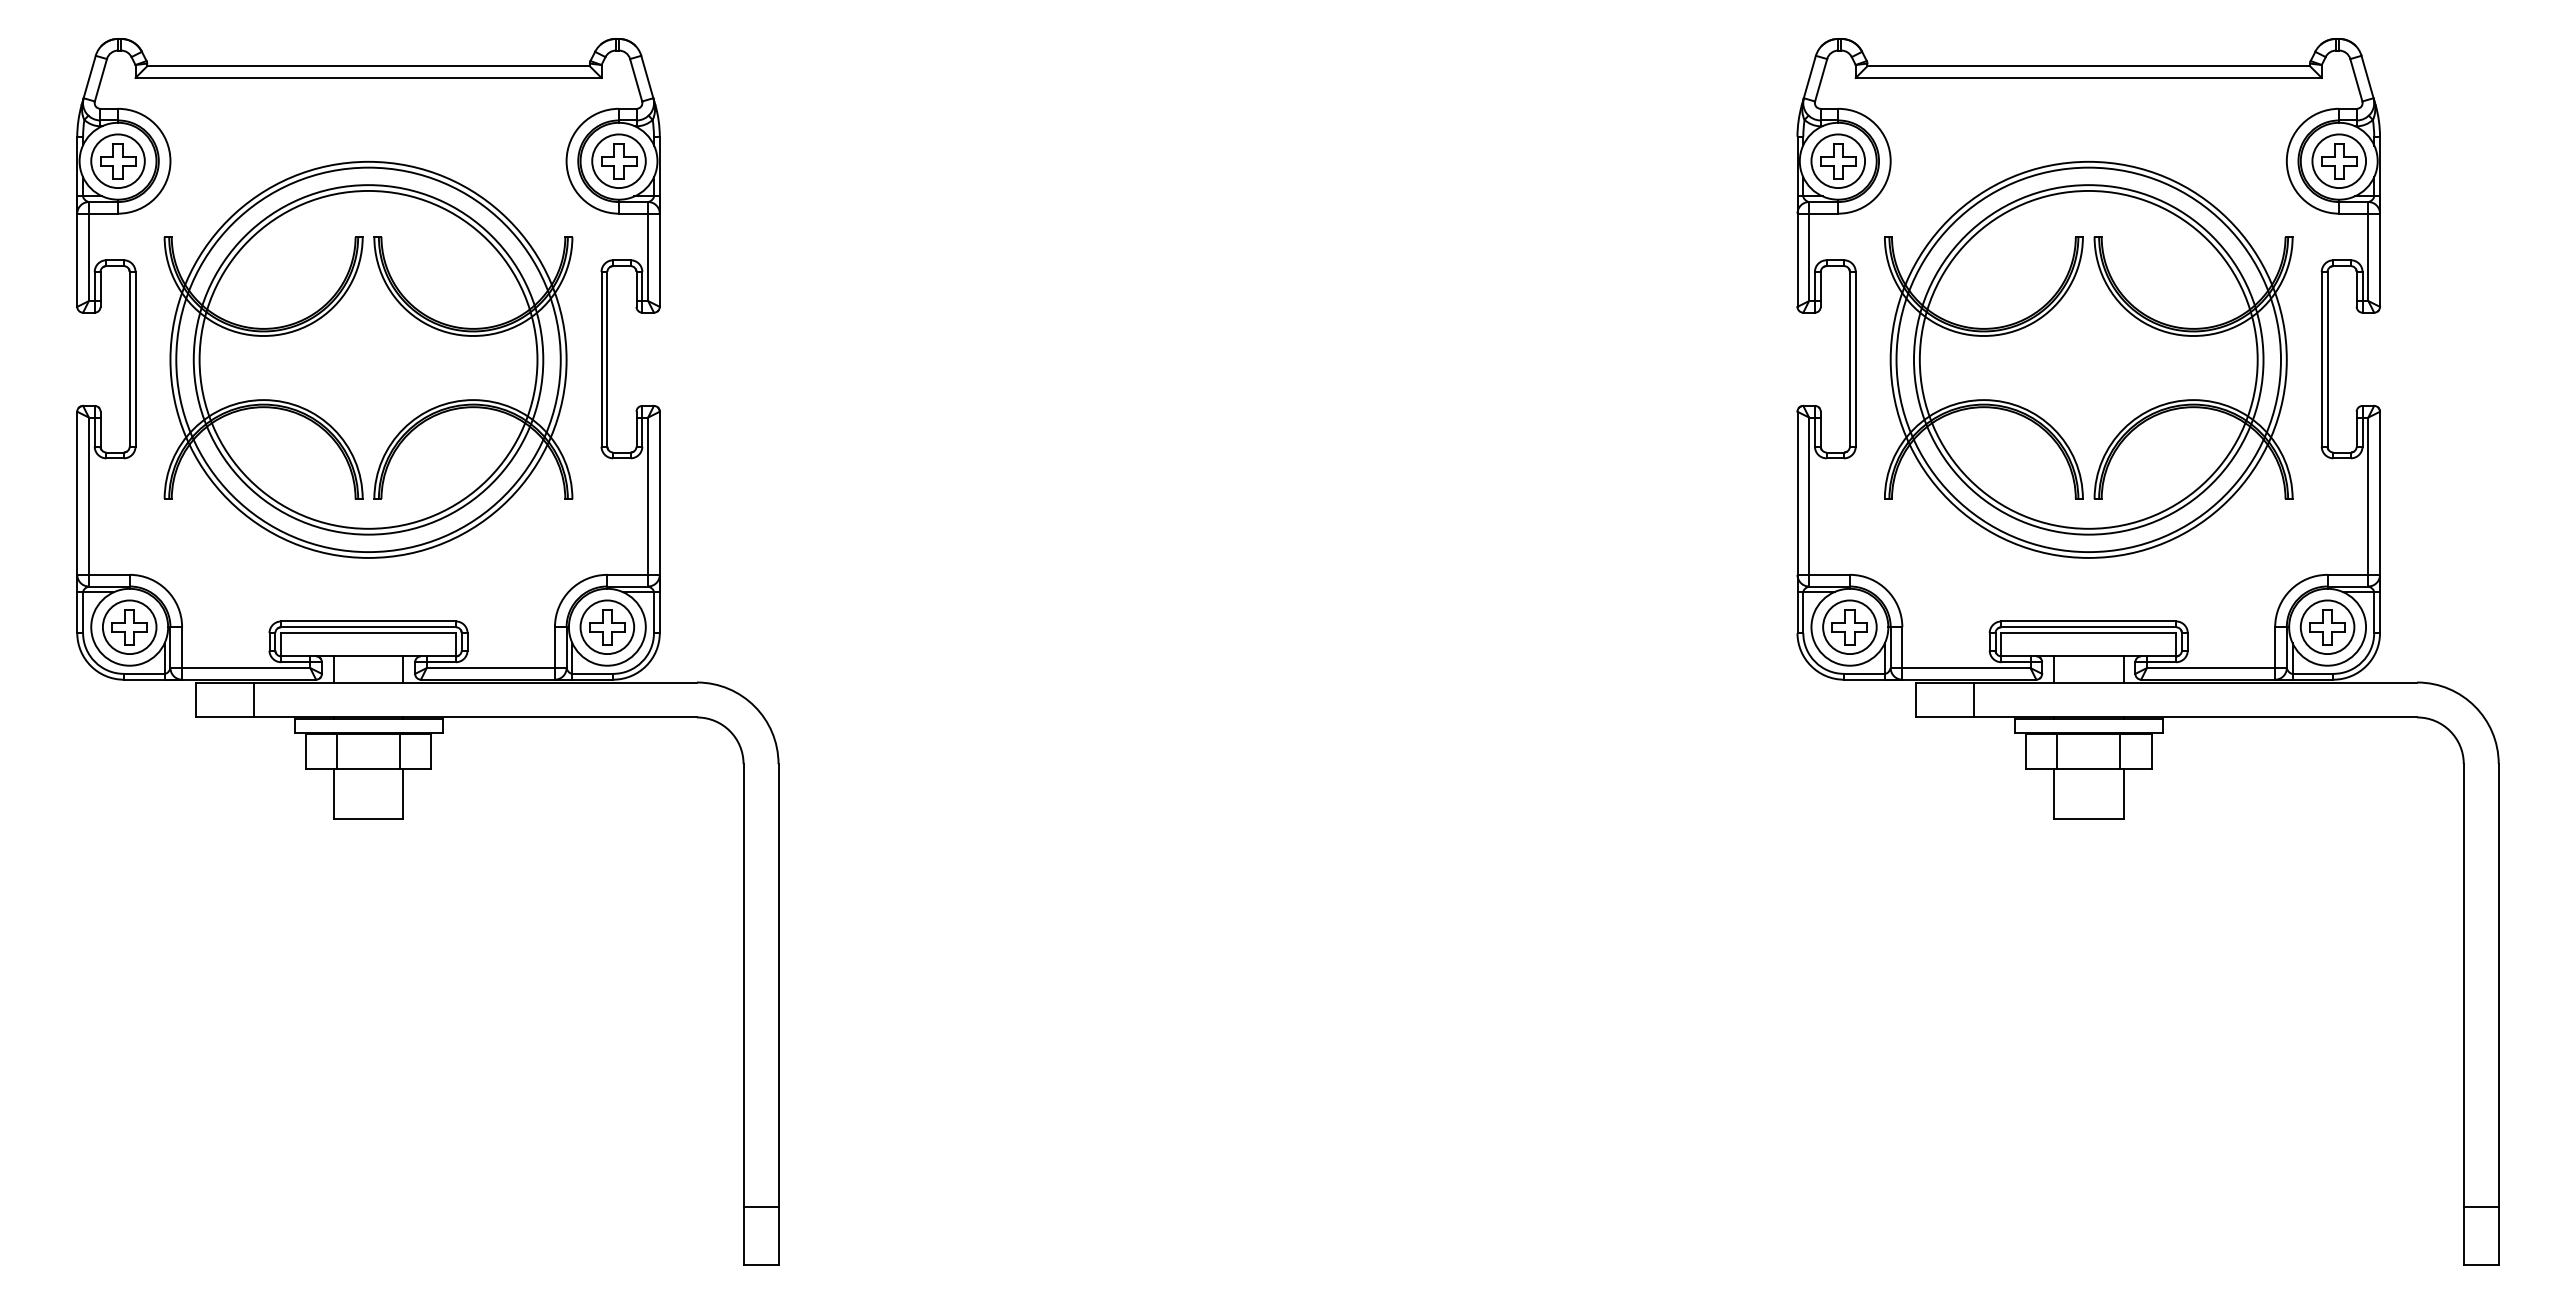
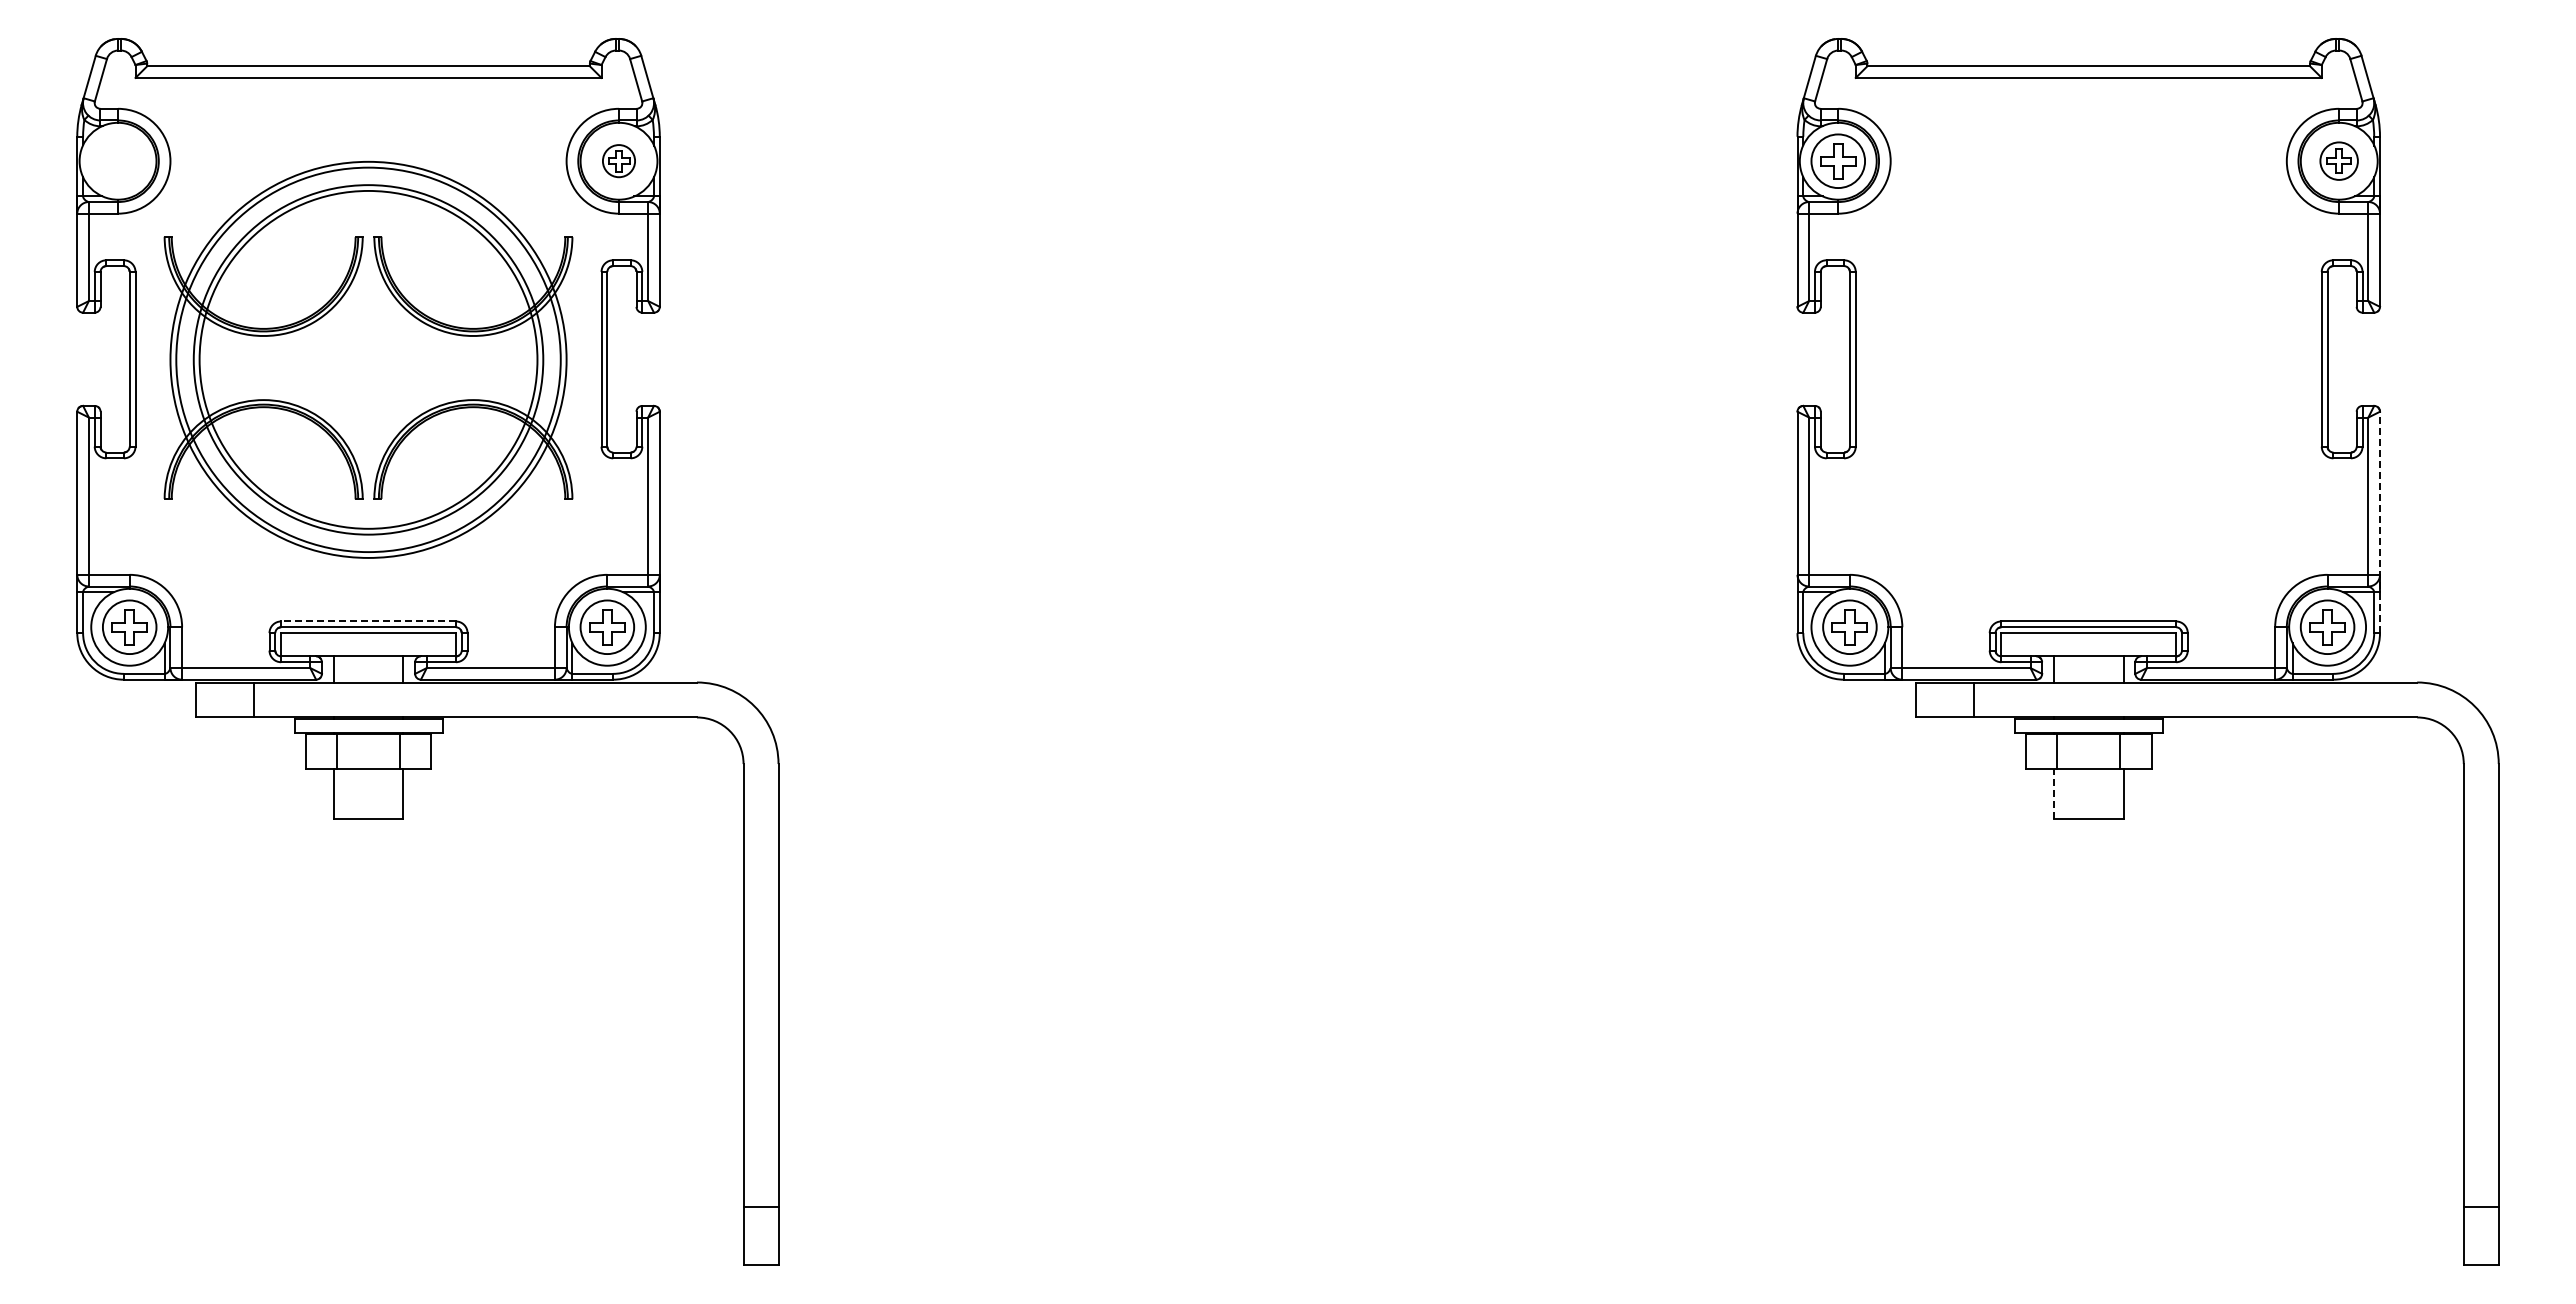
part at (117, 160): present -> none
part at (618, 160) size: 56x56 px -> 34x35 px
part at (2338, 160) size: 56x56 px -> 40x40 px
part at (2088, 359): present -> none
line at (2380, 522): solid -> dashed
line at (368, 621): solid -> dashed
line at (2053, 794): solid -> dashed
